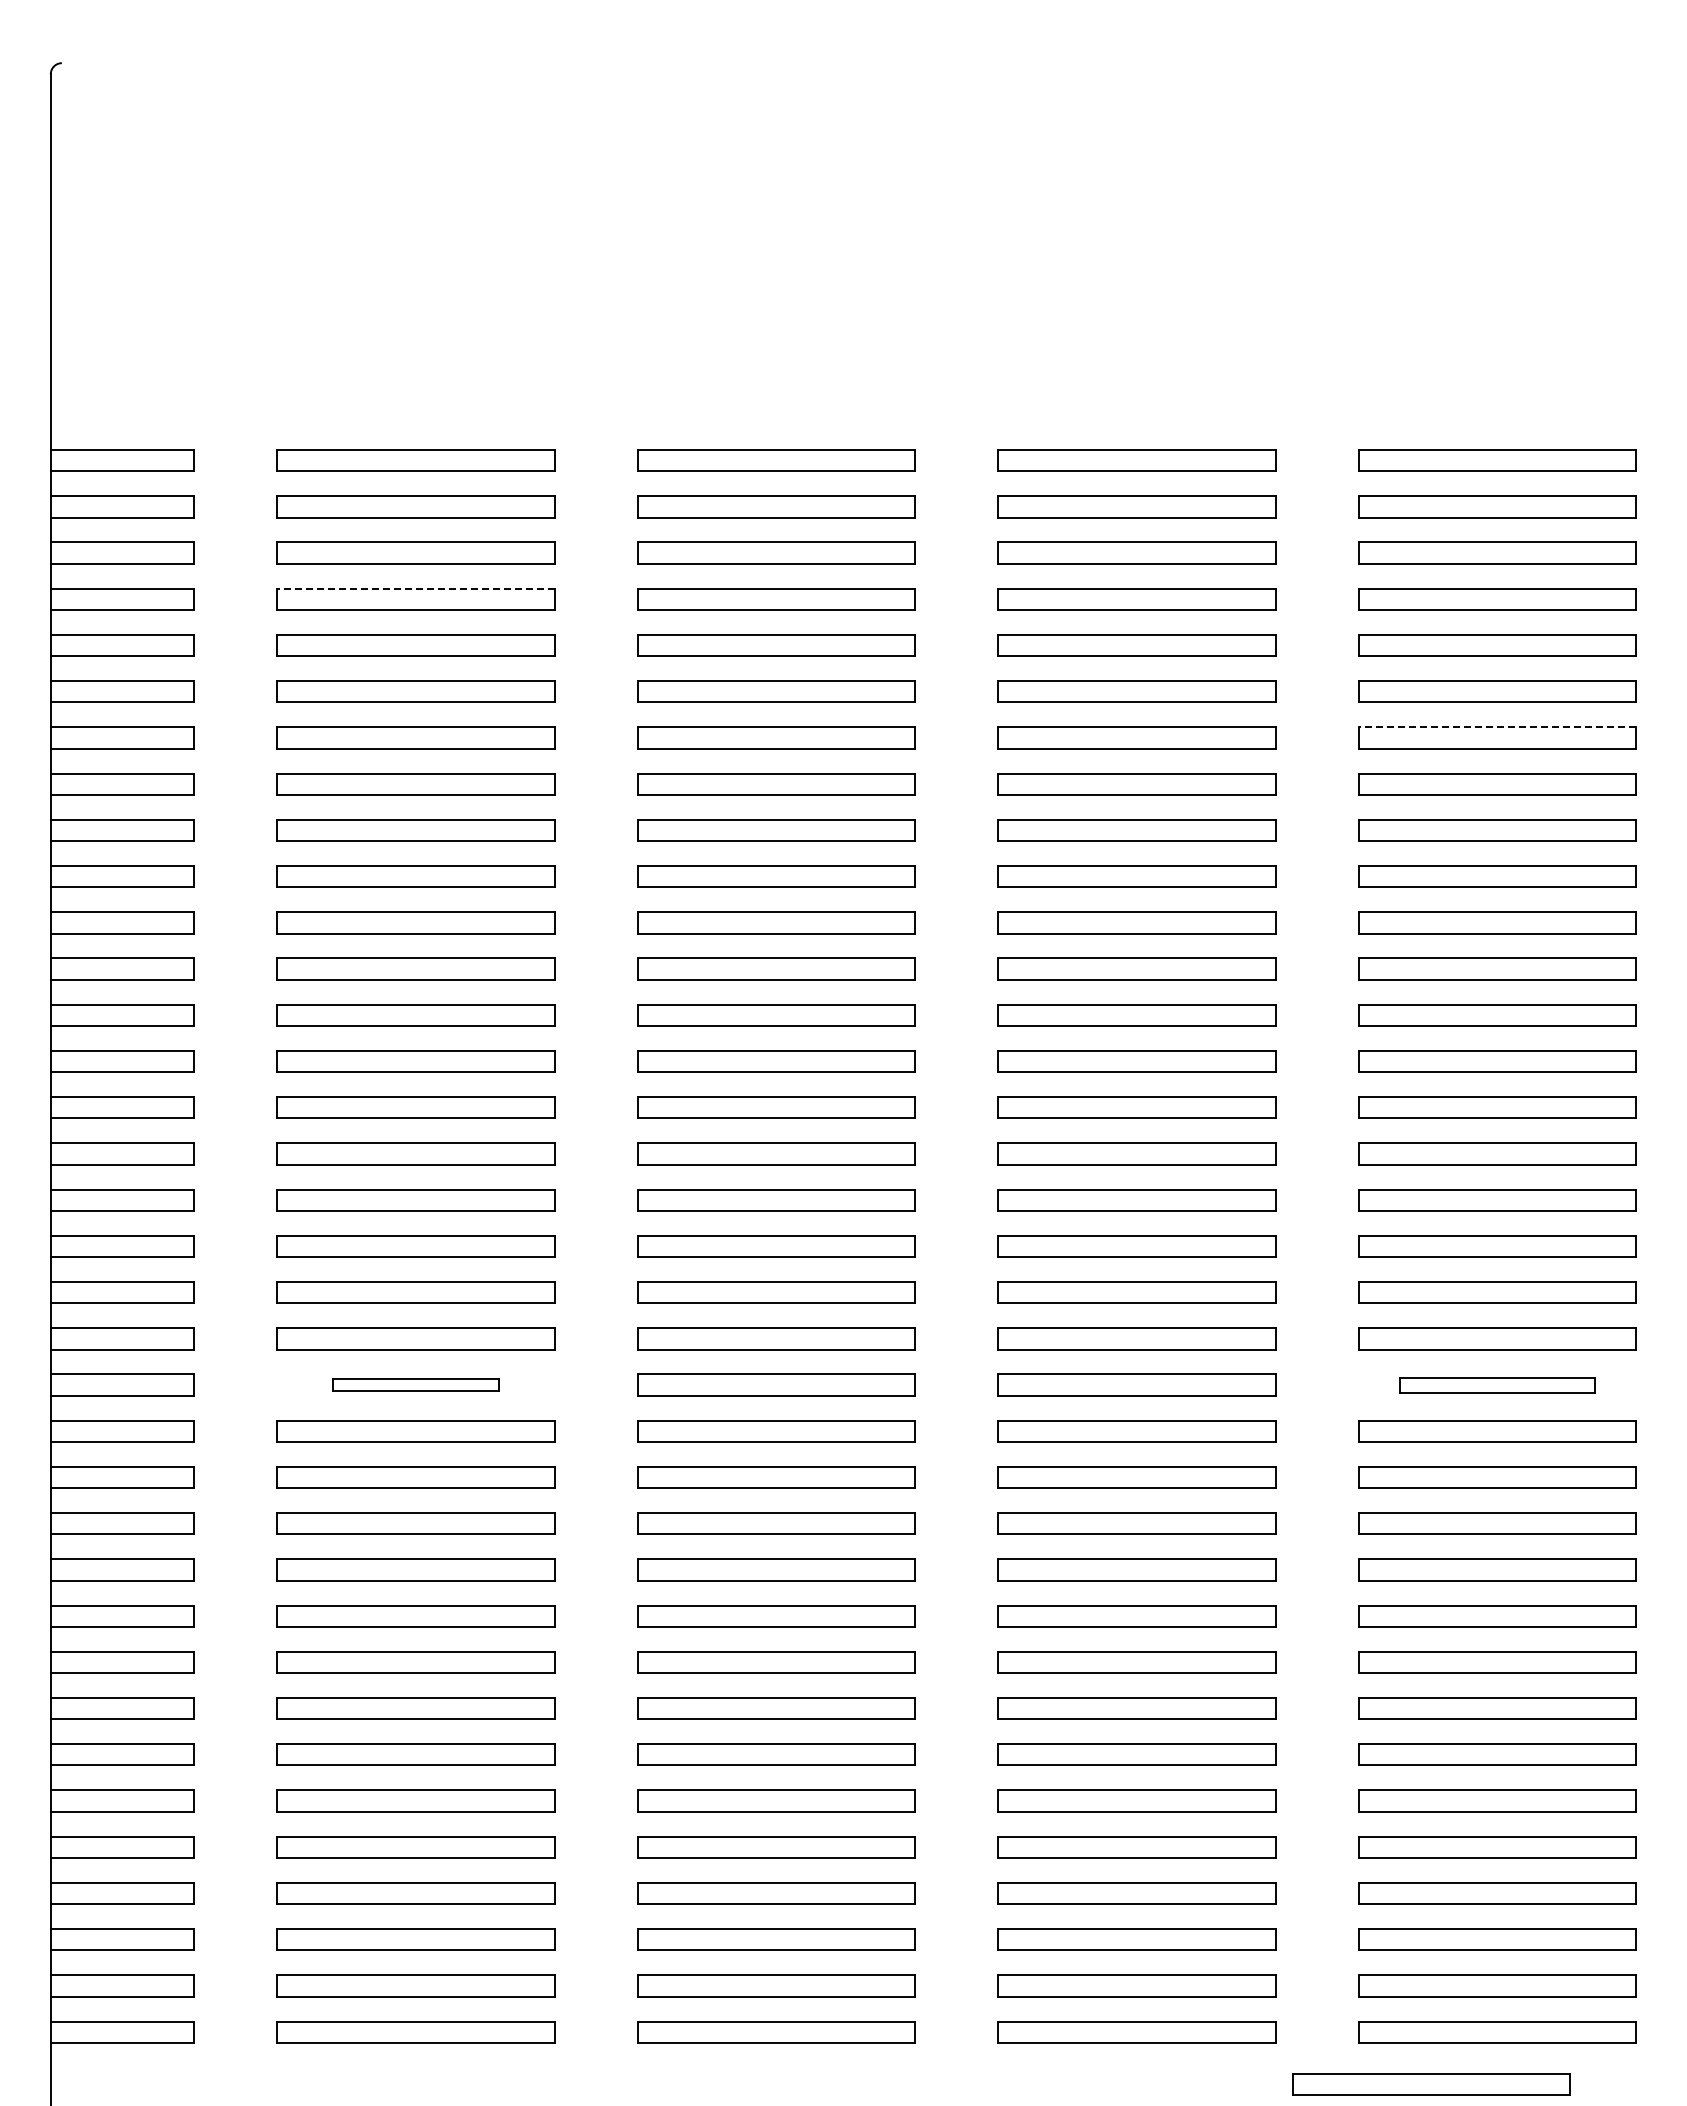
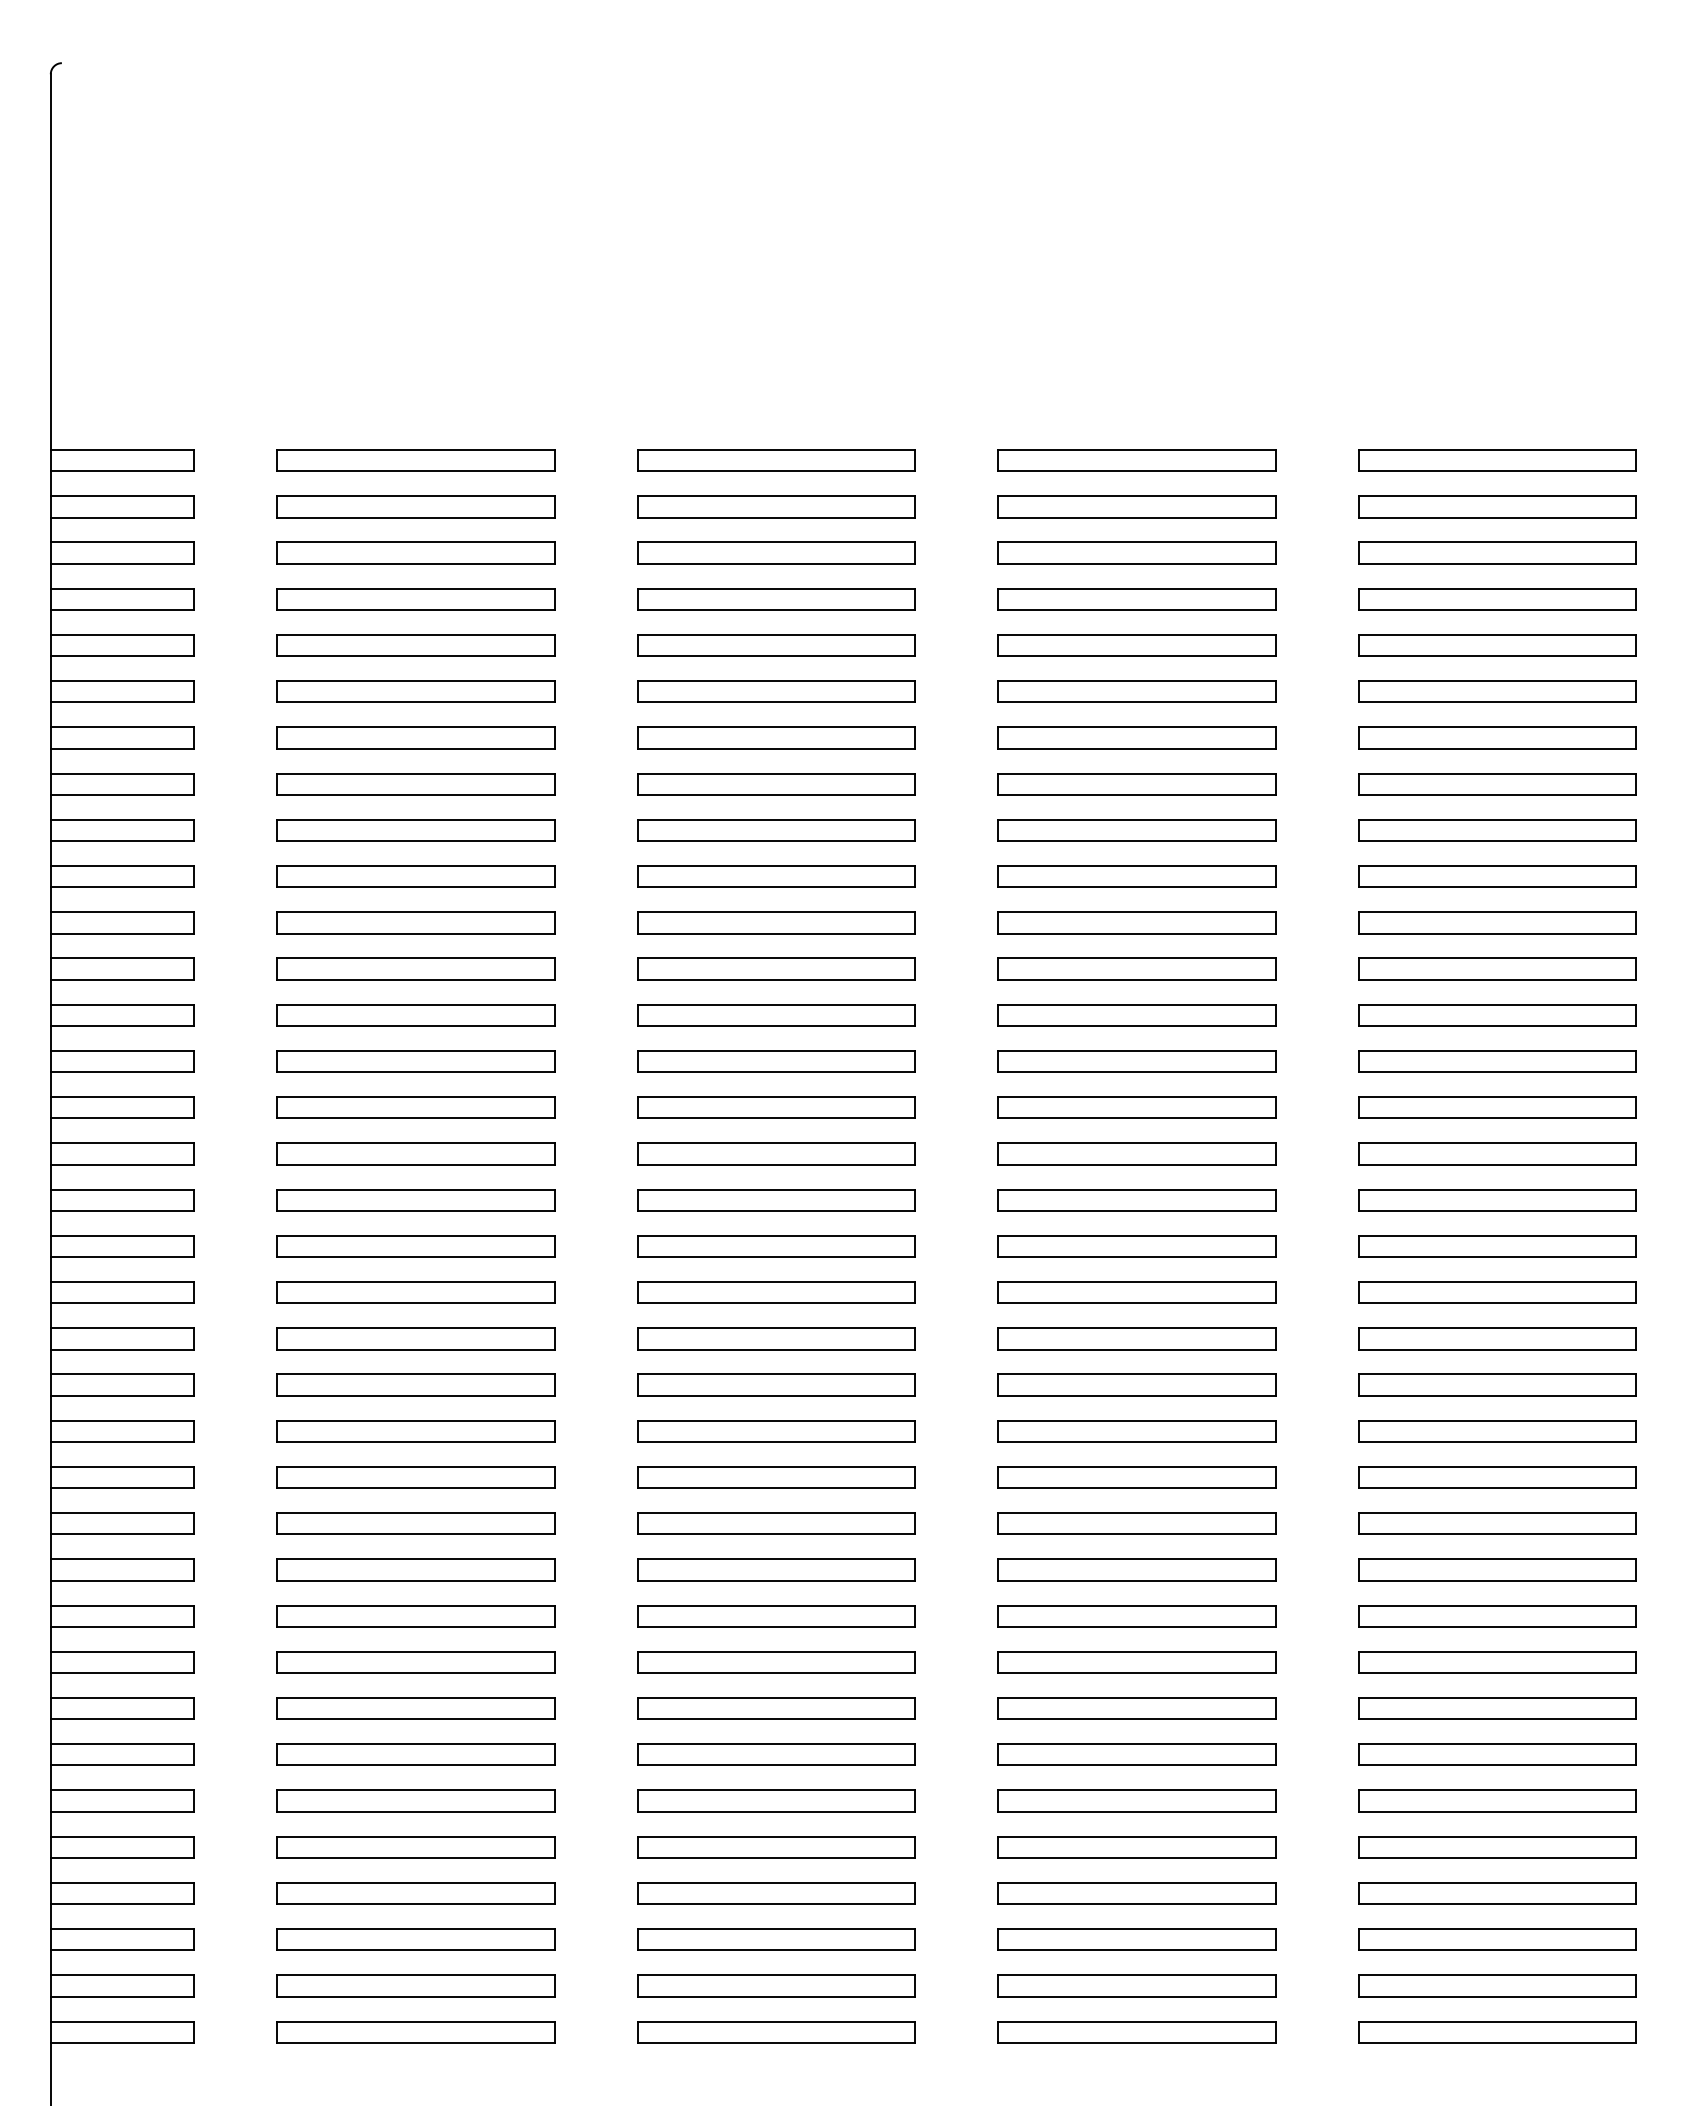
line at (415, 588): dashed -> solid
line at (1497, 727): dashed -> solid
part at (415, 1384) size: 168x14 px -> 280x24 px
part at (1497, 1385) size: 197x17 px -> 279x24 px
part at (1431, 2084): present -> none
